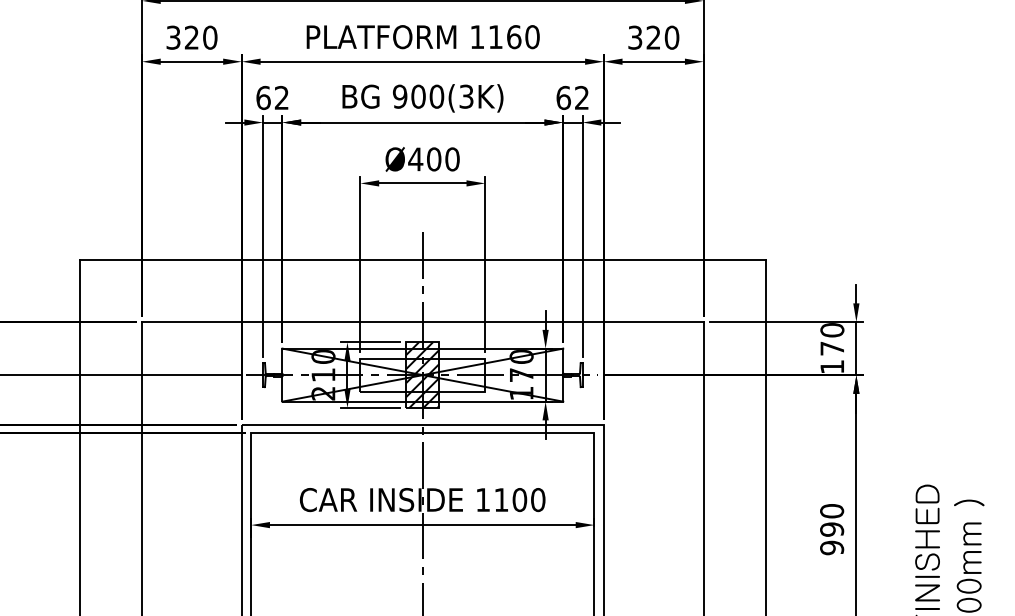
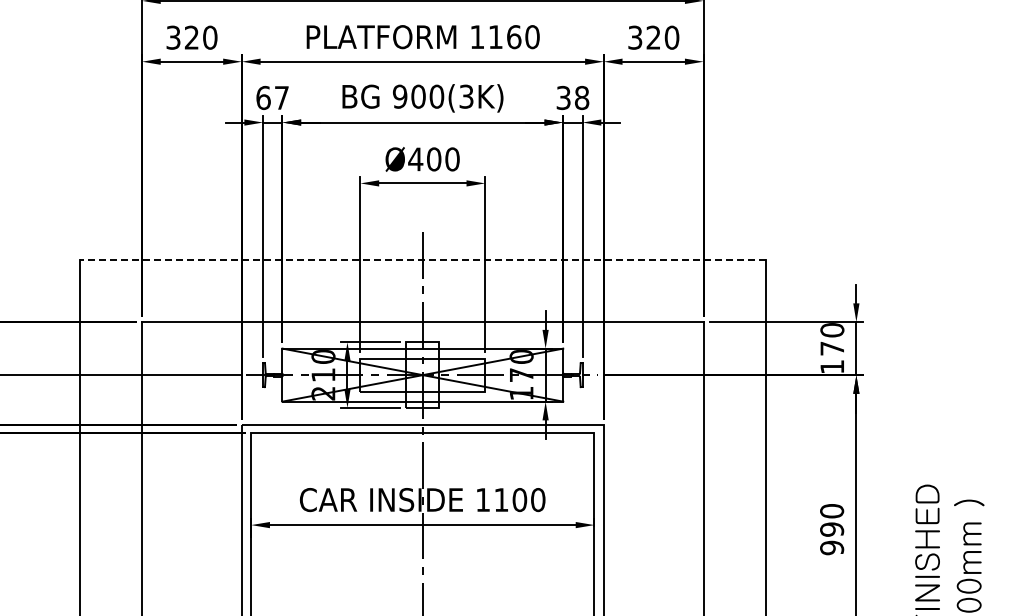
text at (281, 97): 62 -> 67
text at (572, 97): 62 -> 38
line at (422, 259): solid -> dashed
hatch at (422, 374): present -> none
